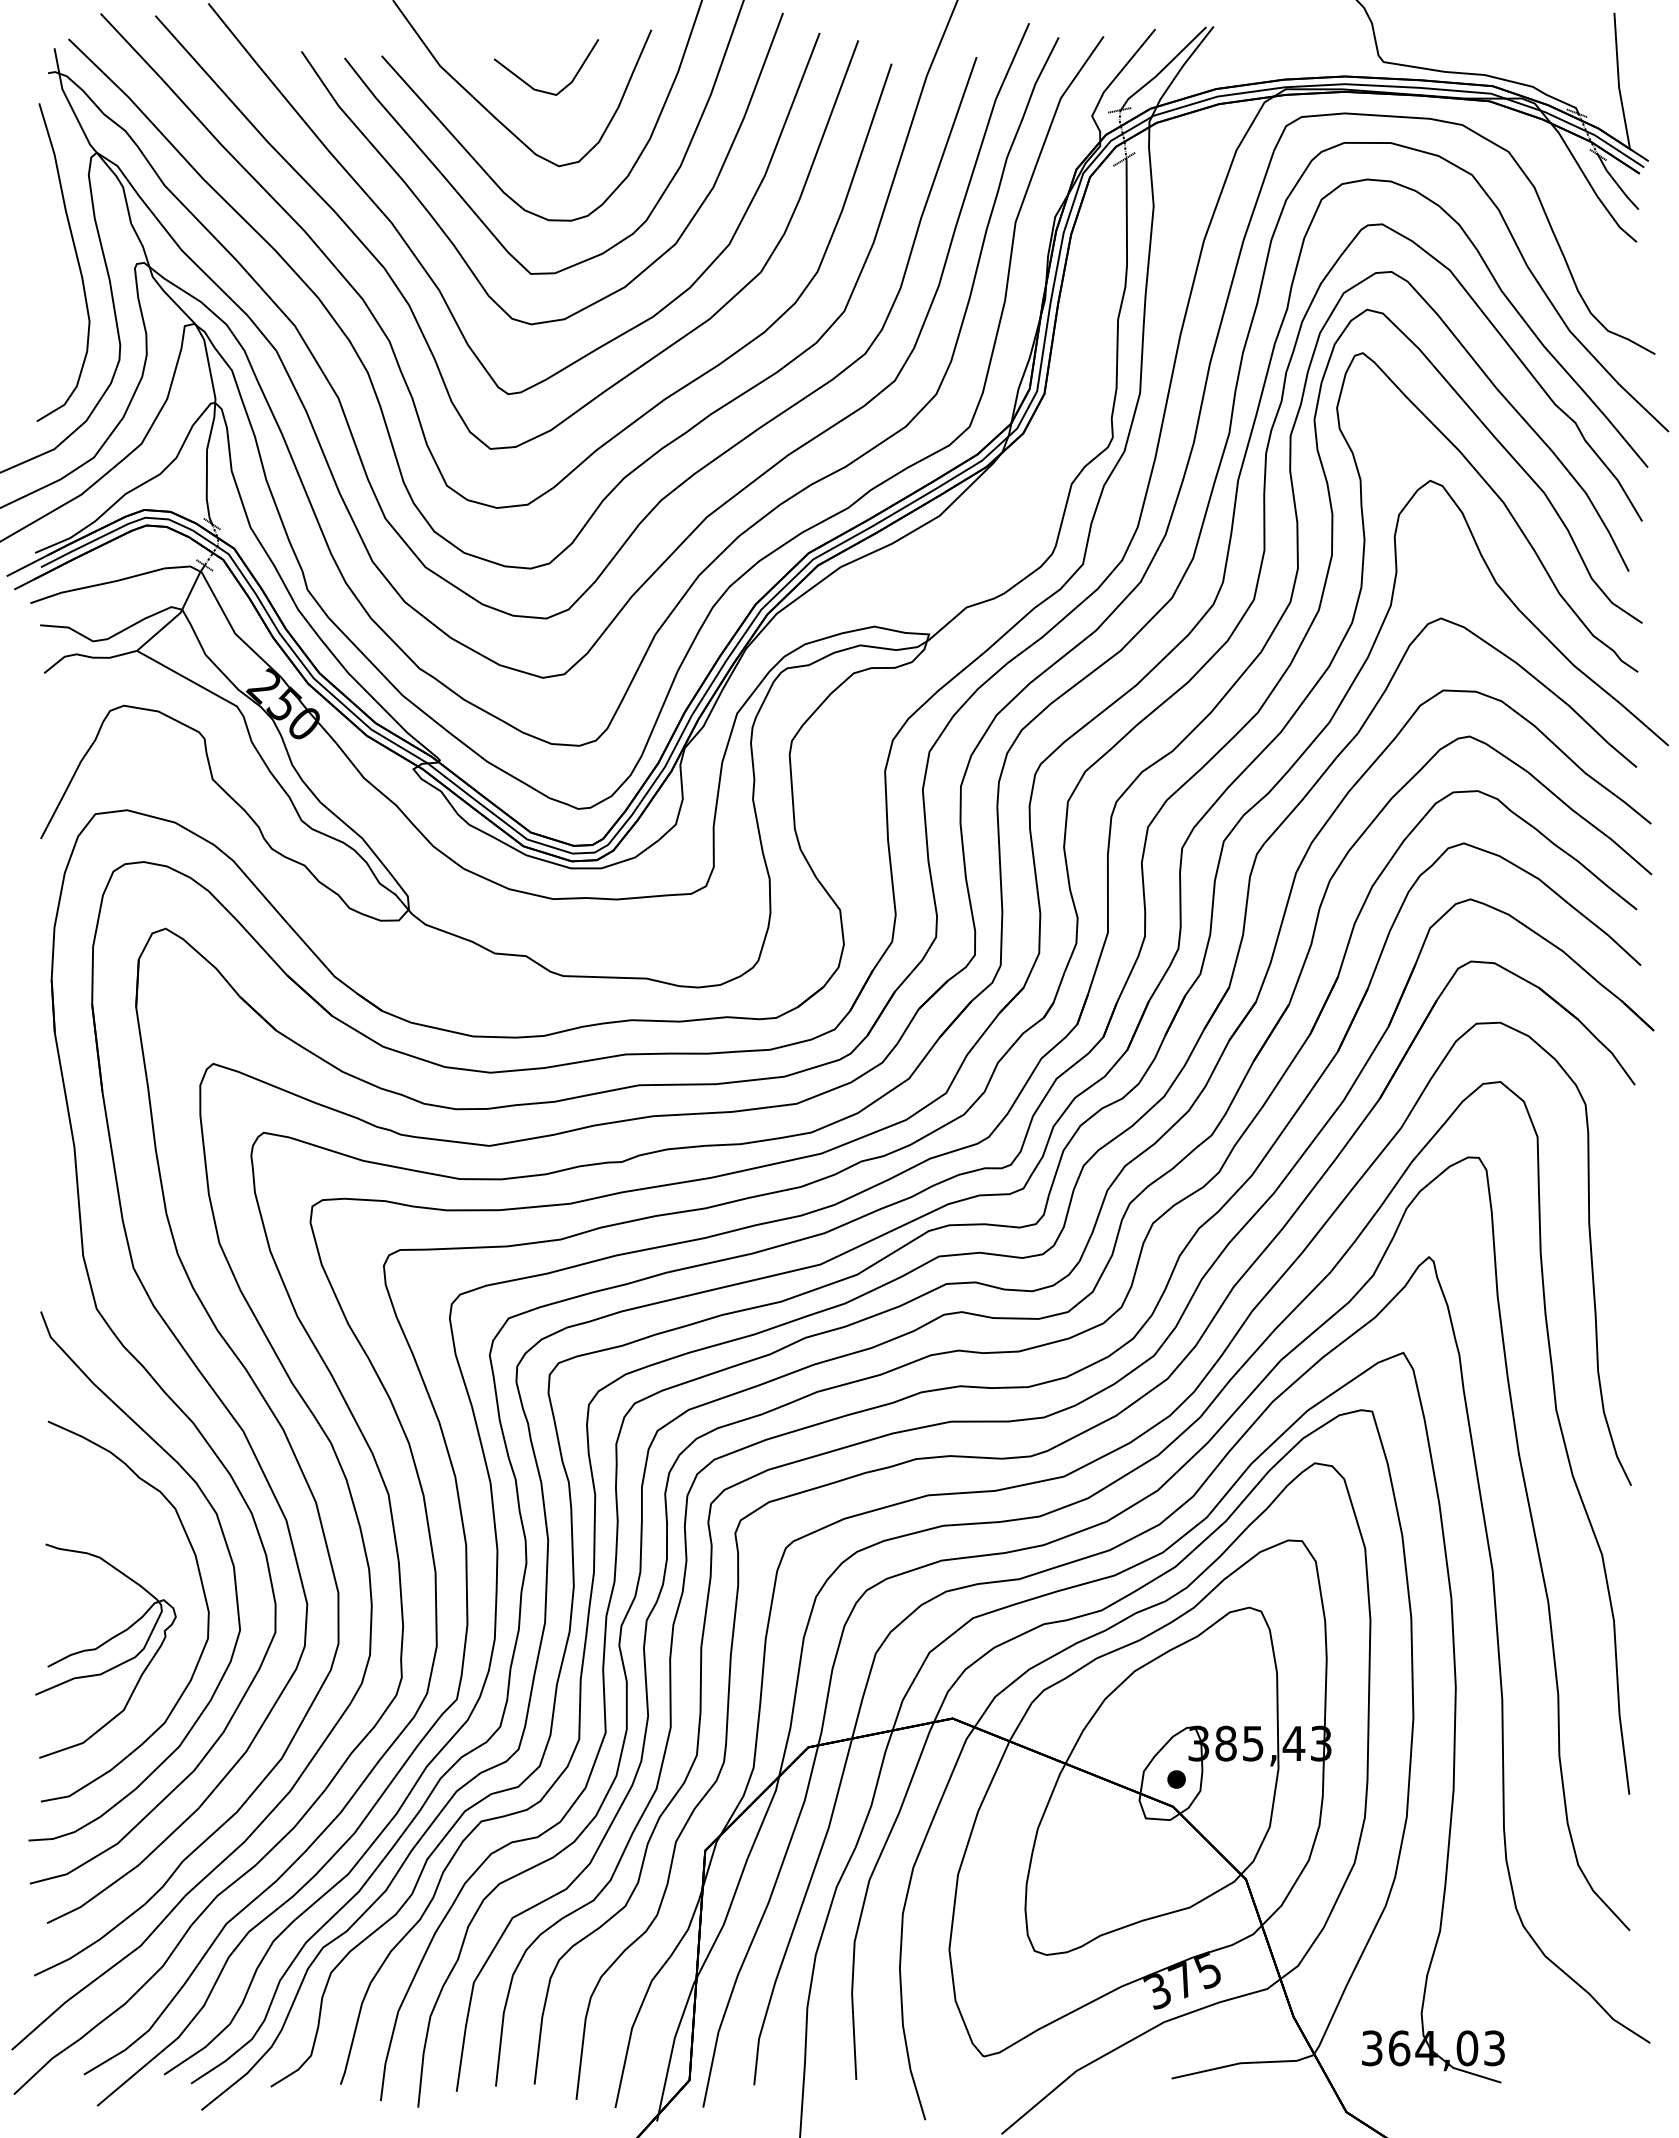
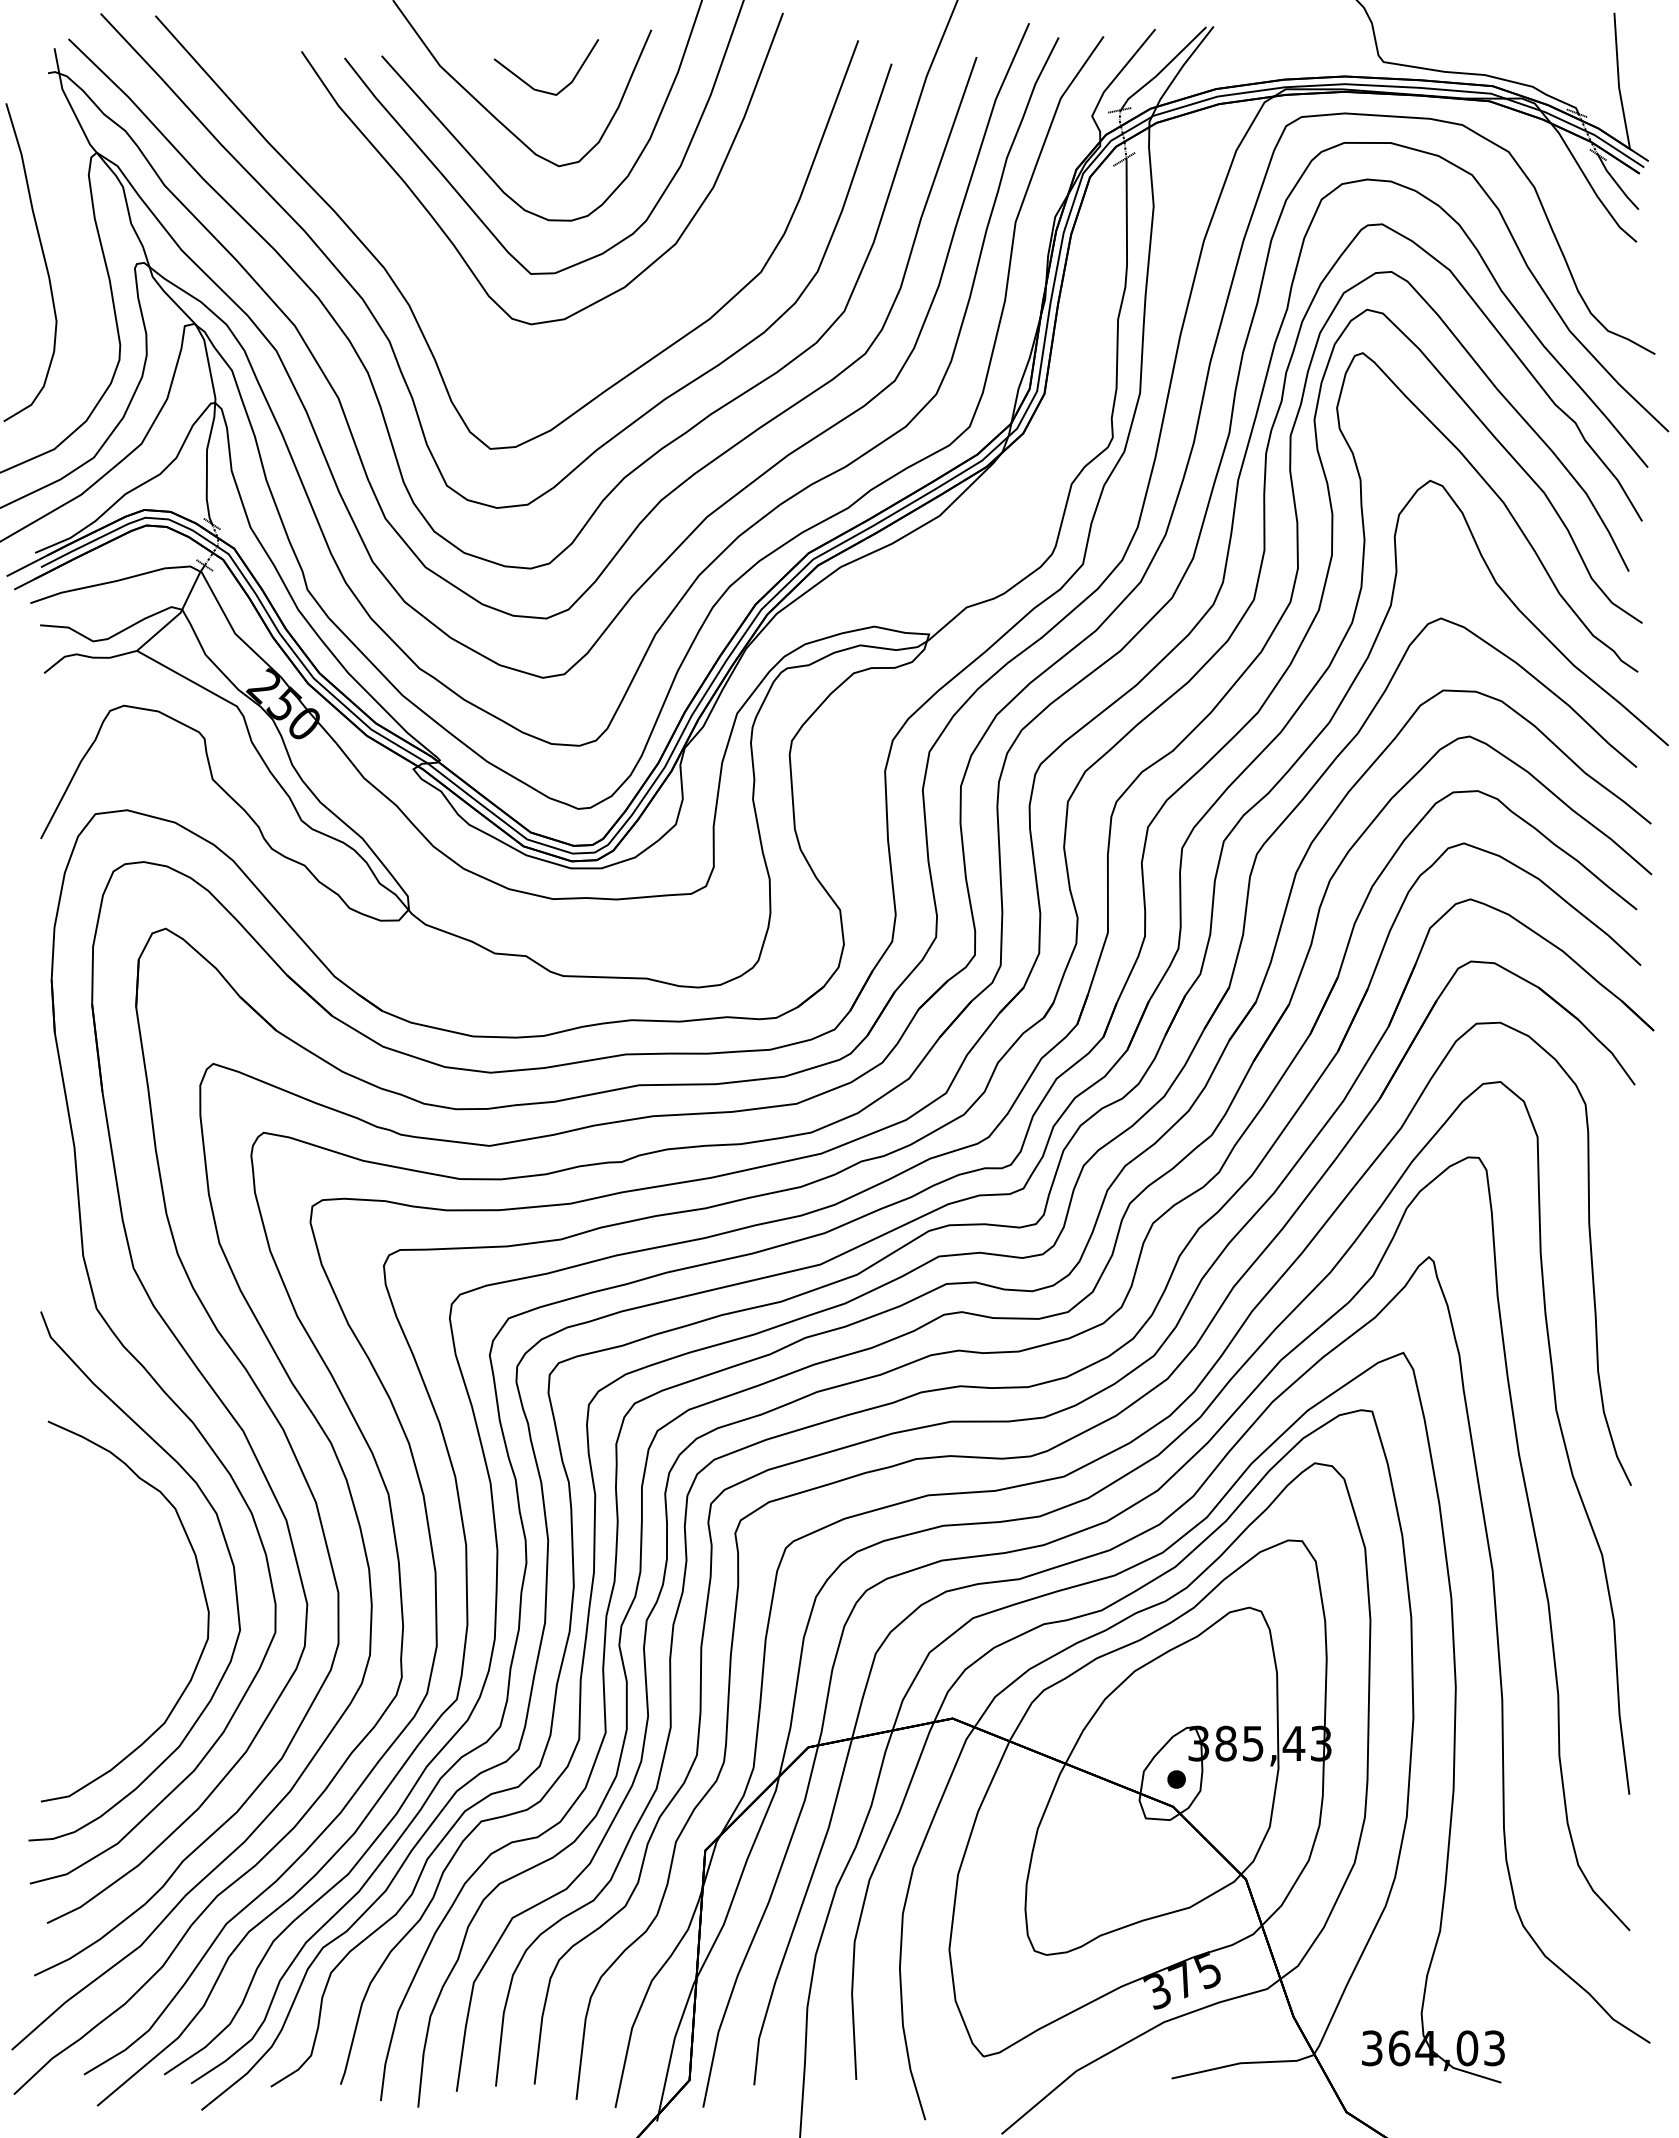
curve at (76, 259) position: (76, 259) -> (43, 259)
curve at (420, 261): present -> none
part at (105, 1650): present -> none
